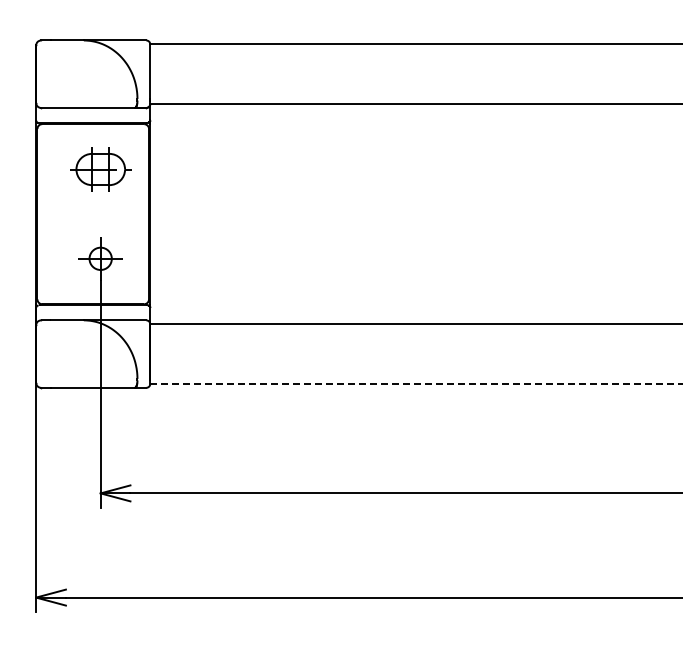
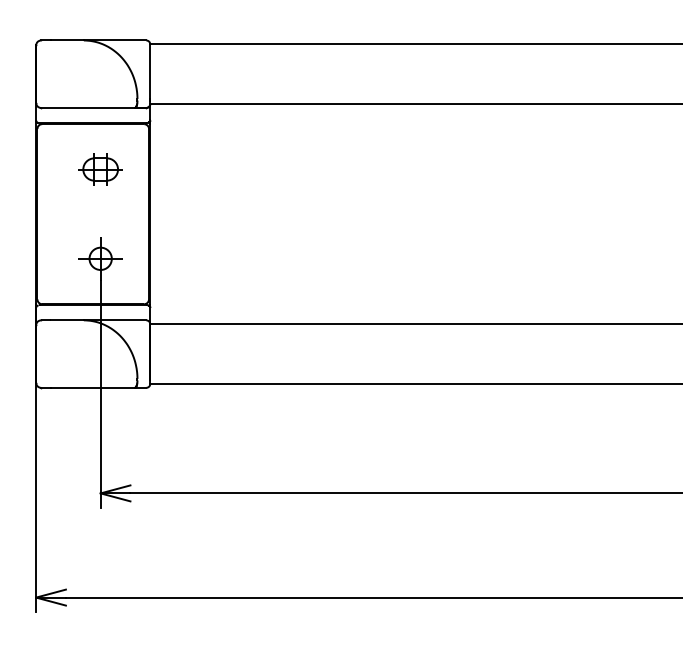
part at (100, 169) size: 62x45 px -> 45x33 px
line at (416, 383): dashed -> solid
